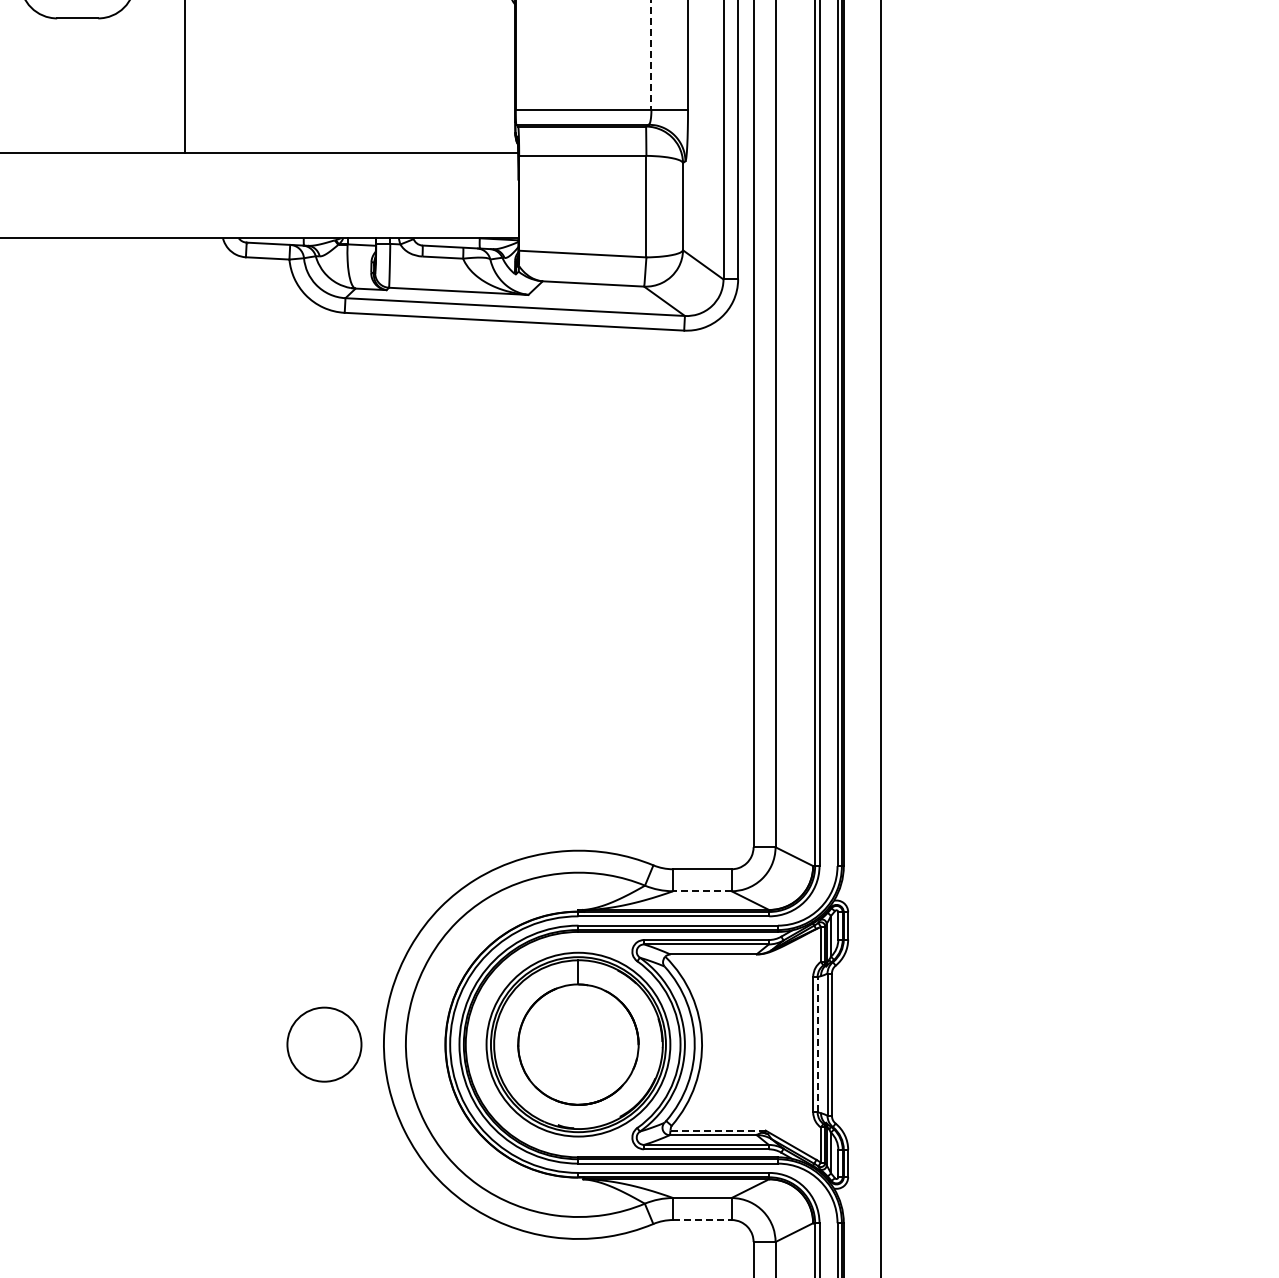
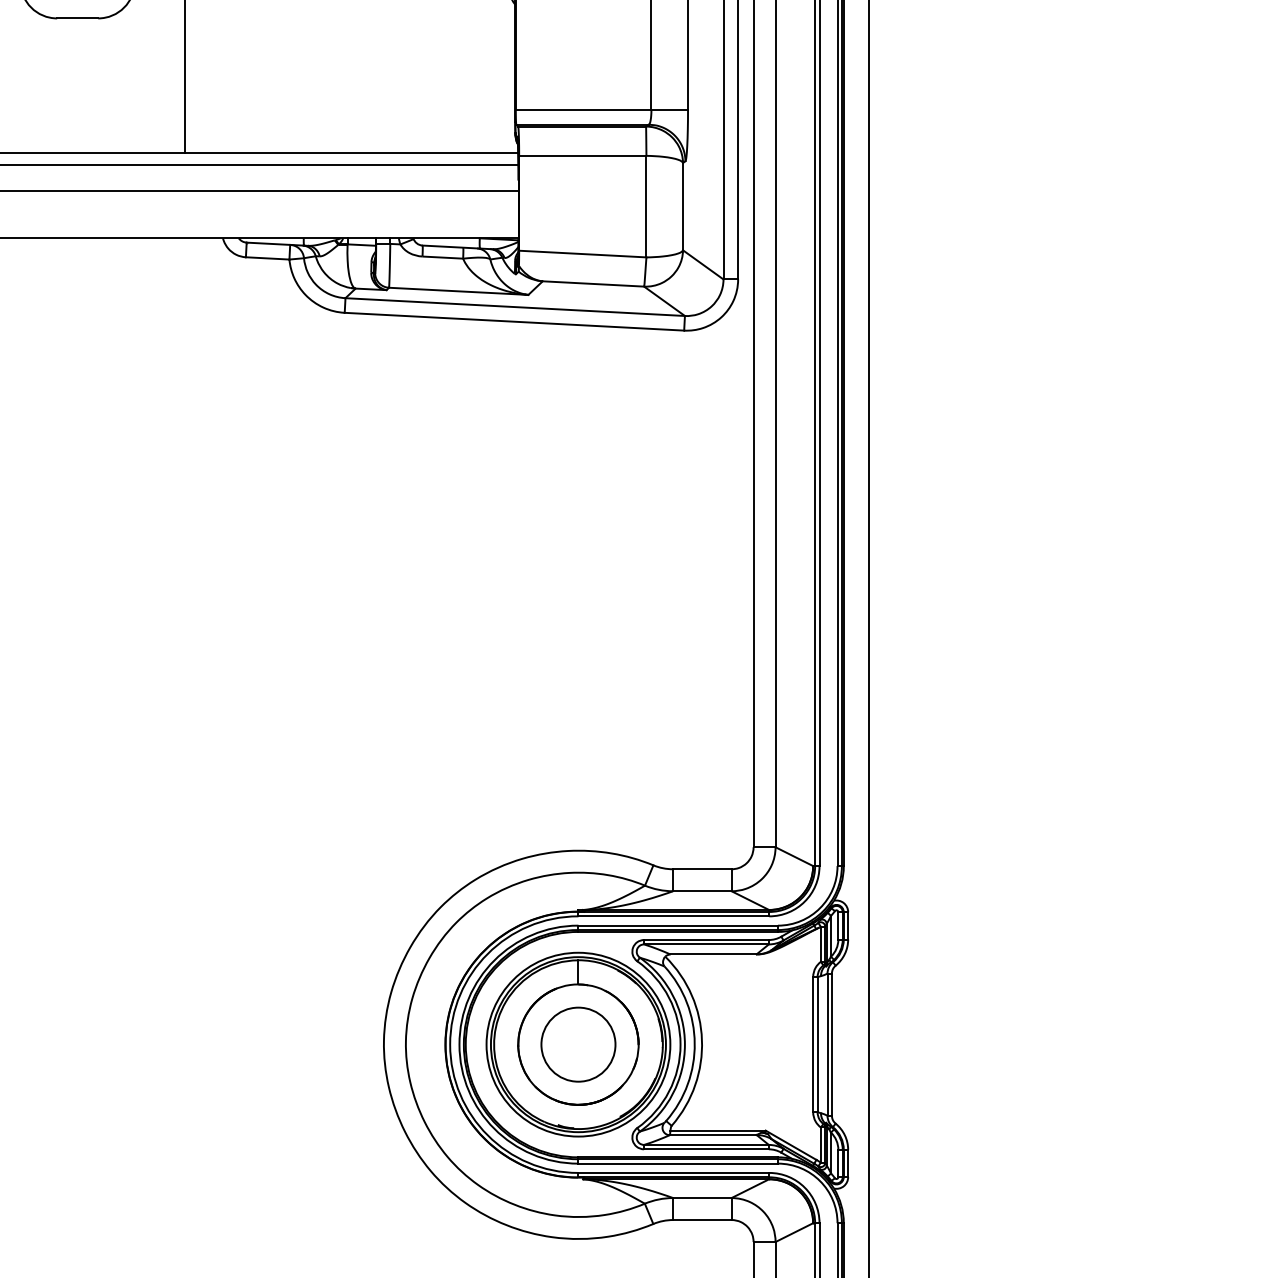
line at (651, 55): dashed -> solid
line at (260, 165): none -> present
line at (260, 191): none -> present
line at (881, 638) position: (881, 638) -> (869, 638)
line at (701, 891): dashed -> solid
circle at (324, 1044) position: (324, 1044) -> (578, 1044)
line at (817, 1044): dashed -> solid
line at (718, 1130): dashed -> solid
line at (702, 1220): dashed -> solid
